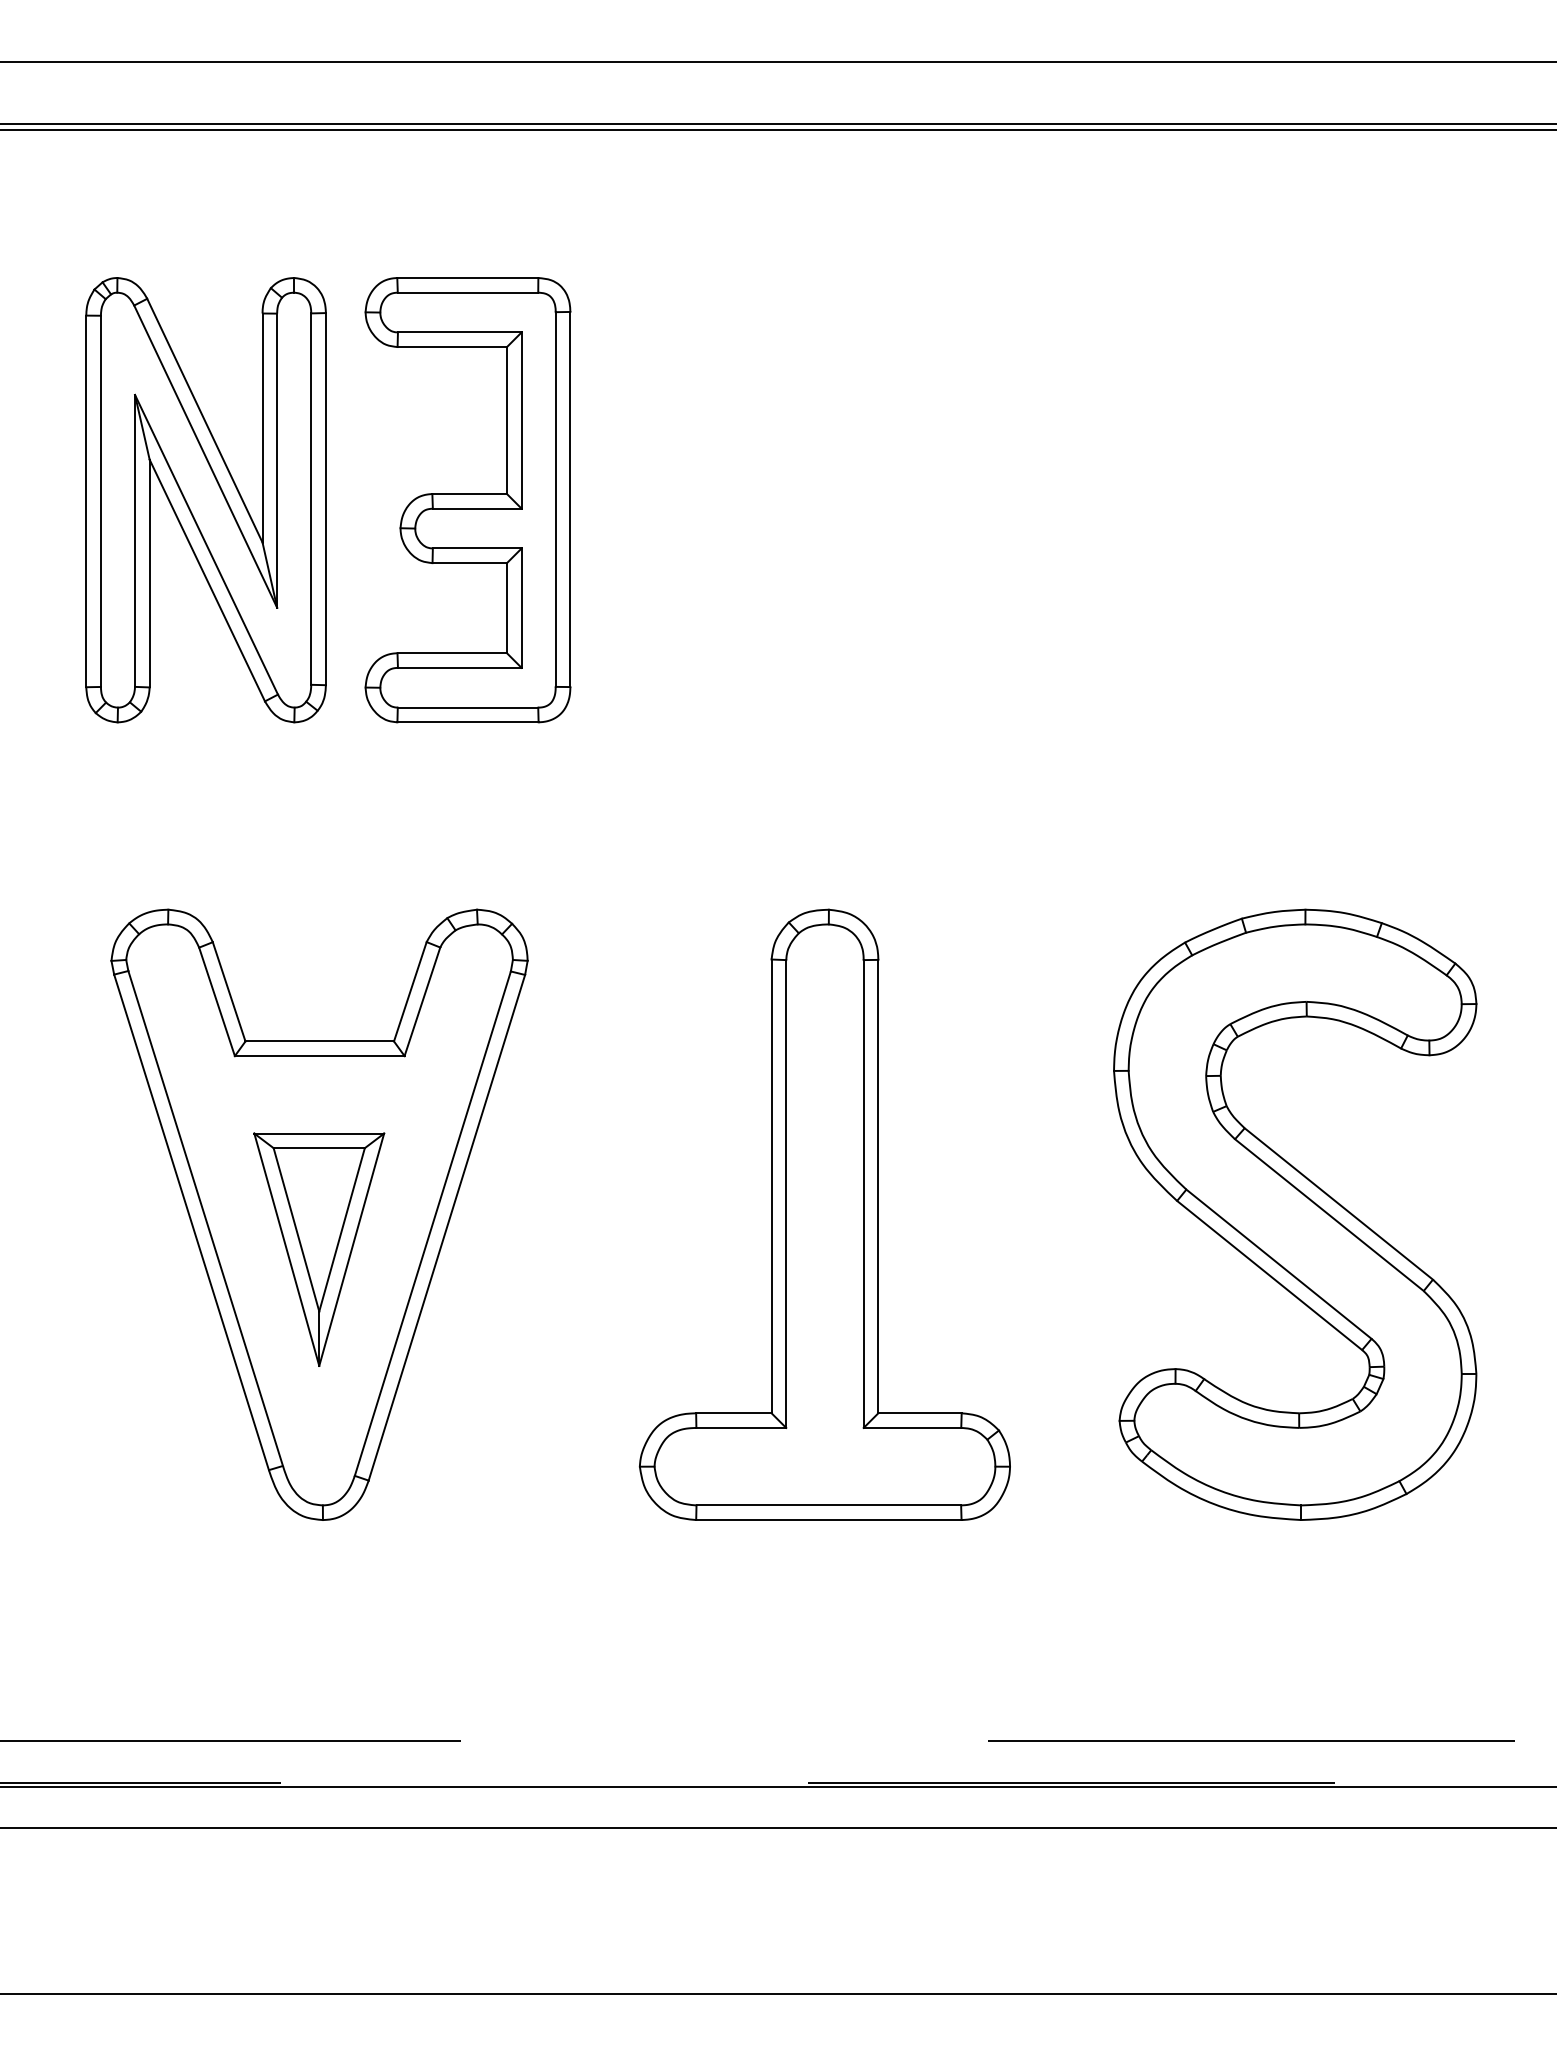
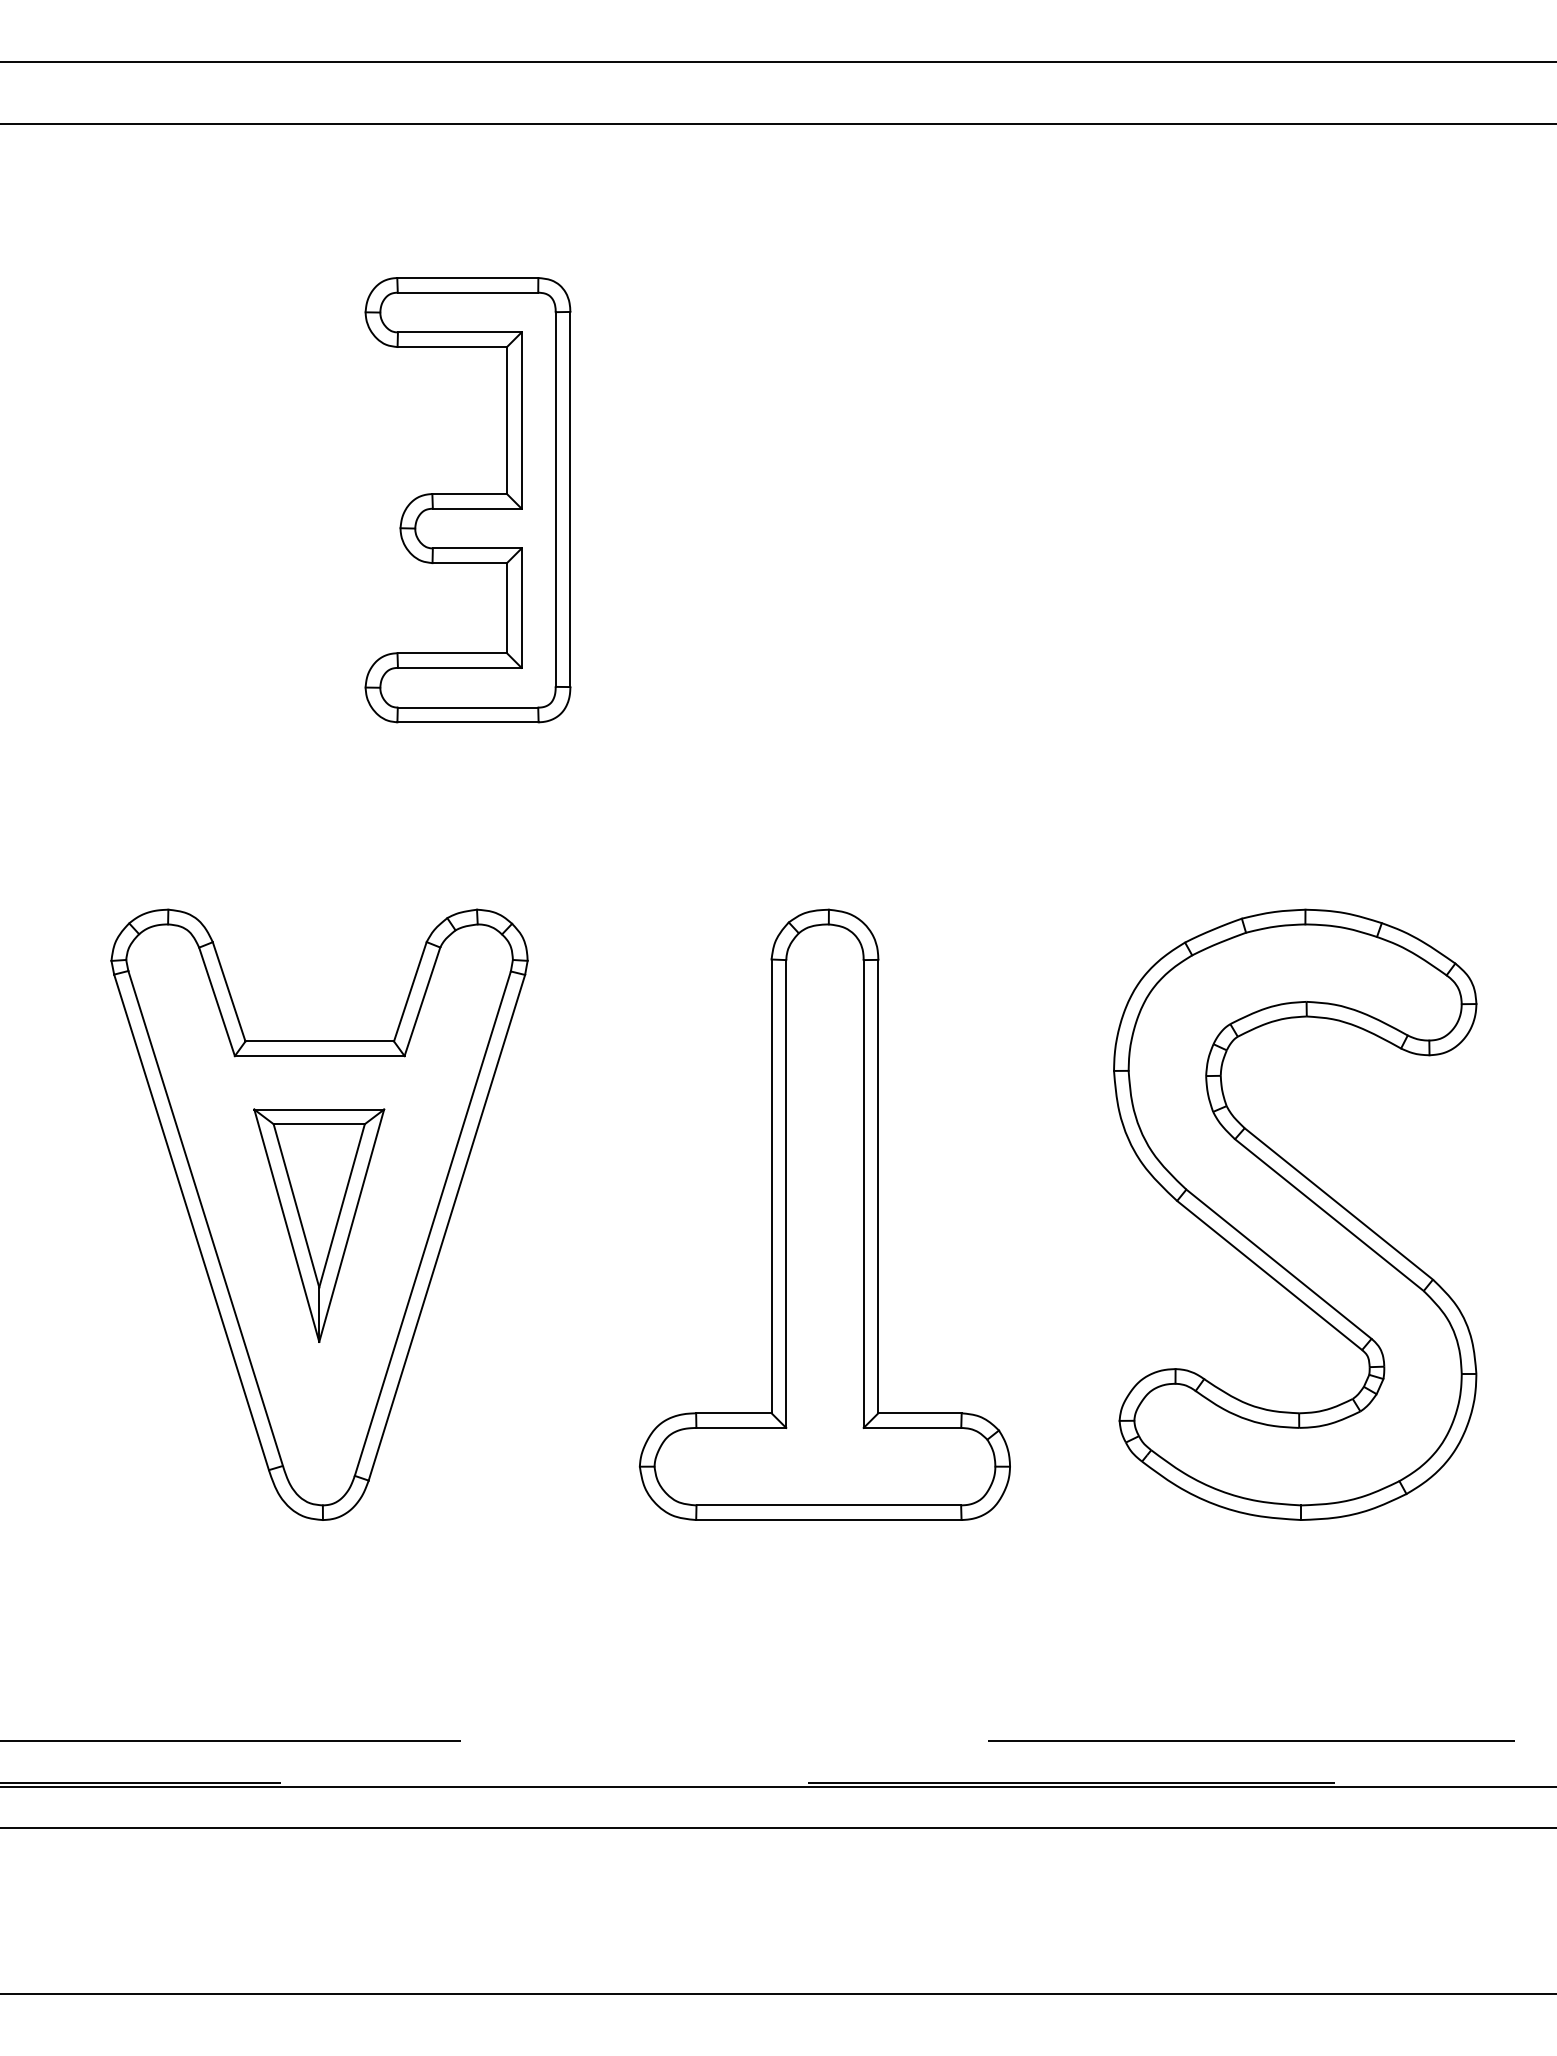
line at (777, 129): present -> none
part at (205, 500): present -> none
part at (319, 1249) position: (319, 1249) -> (319, 1225)
